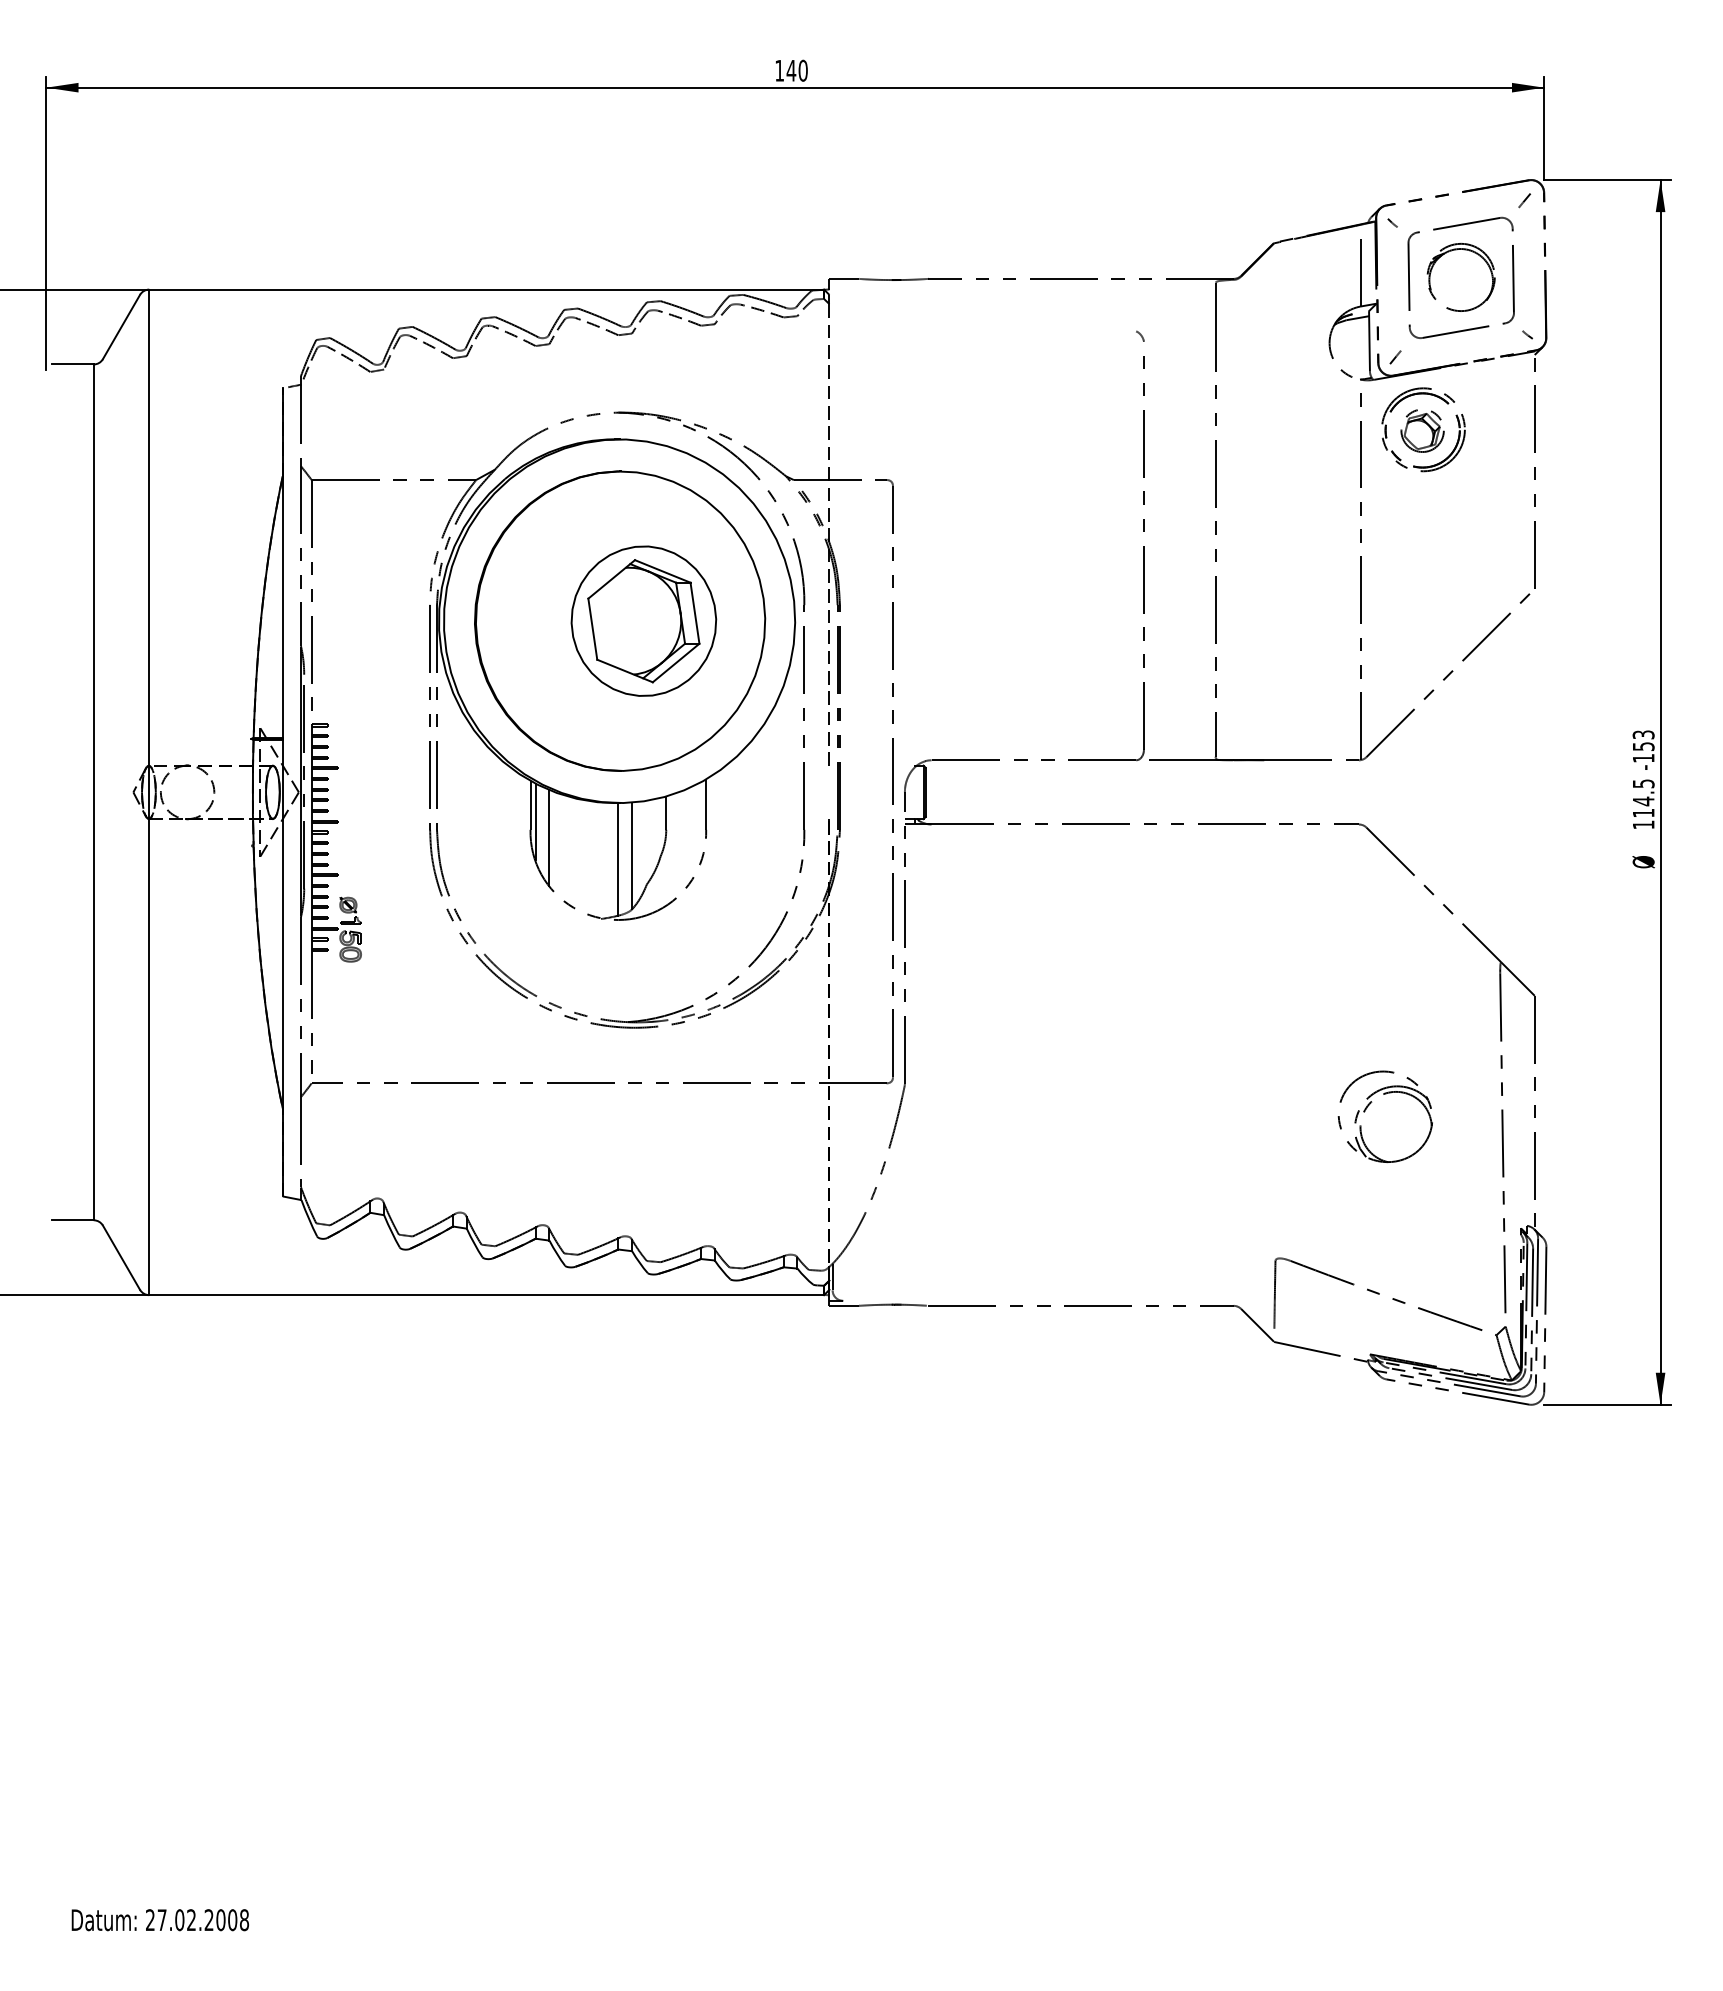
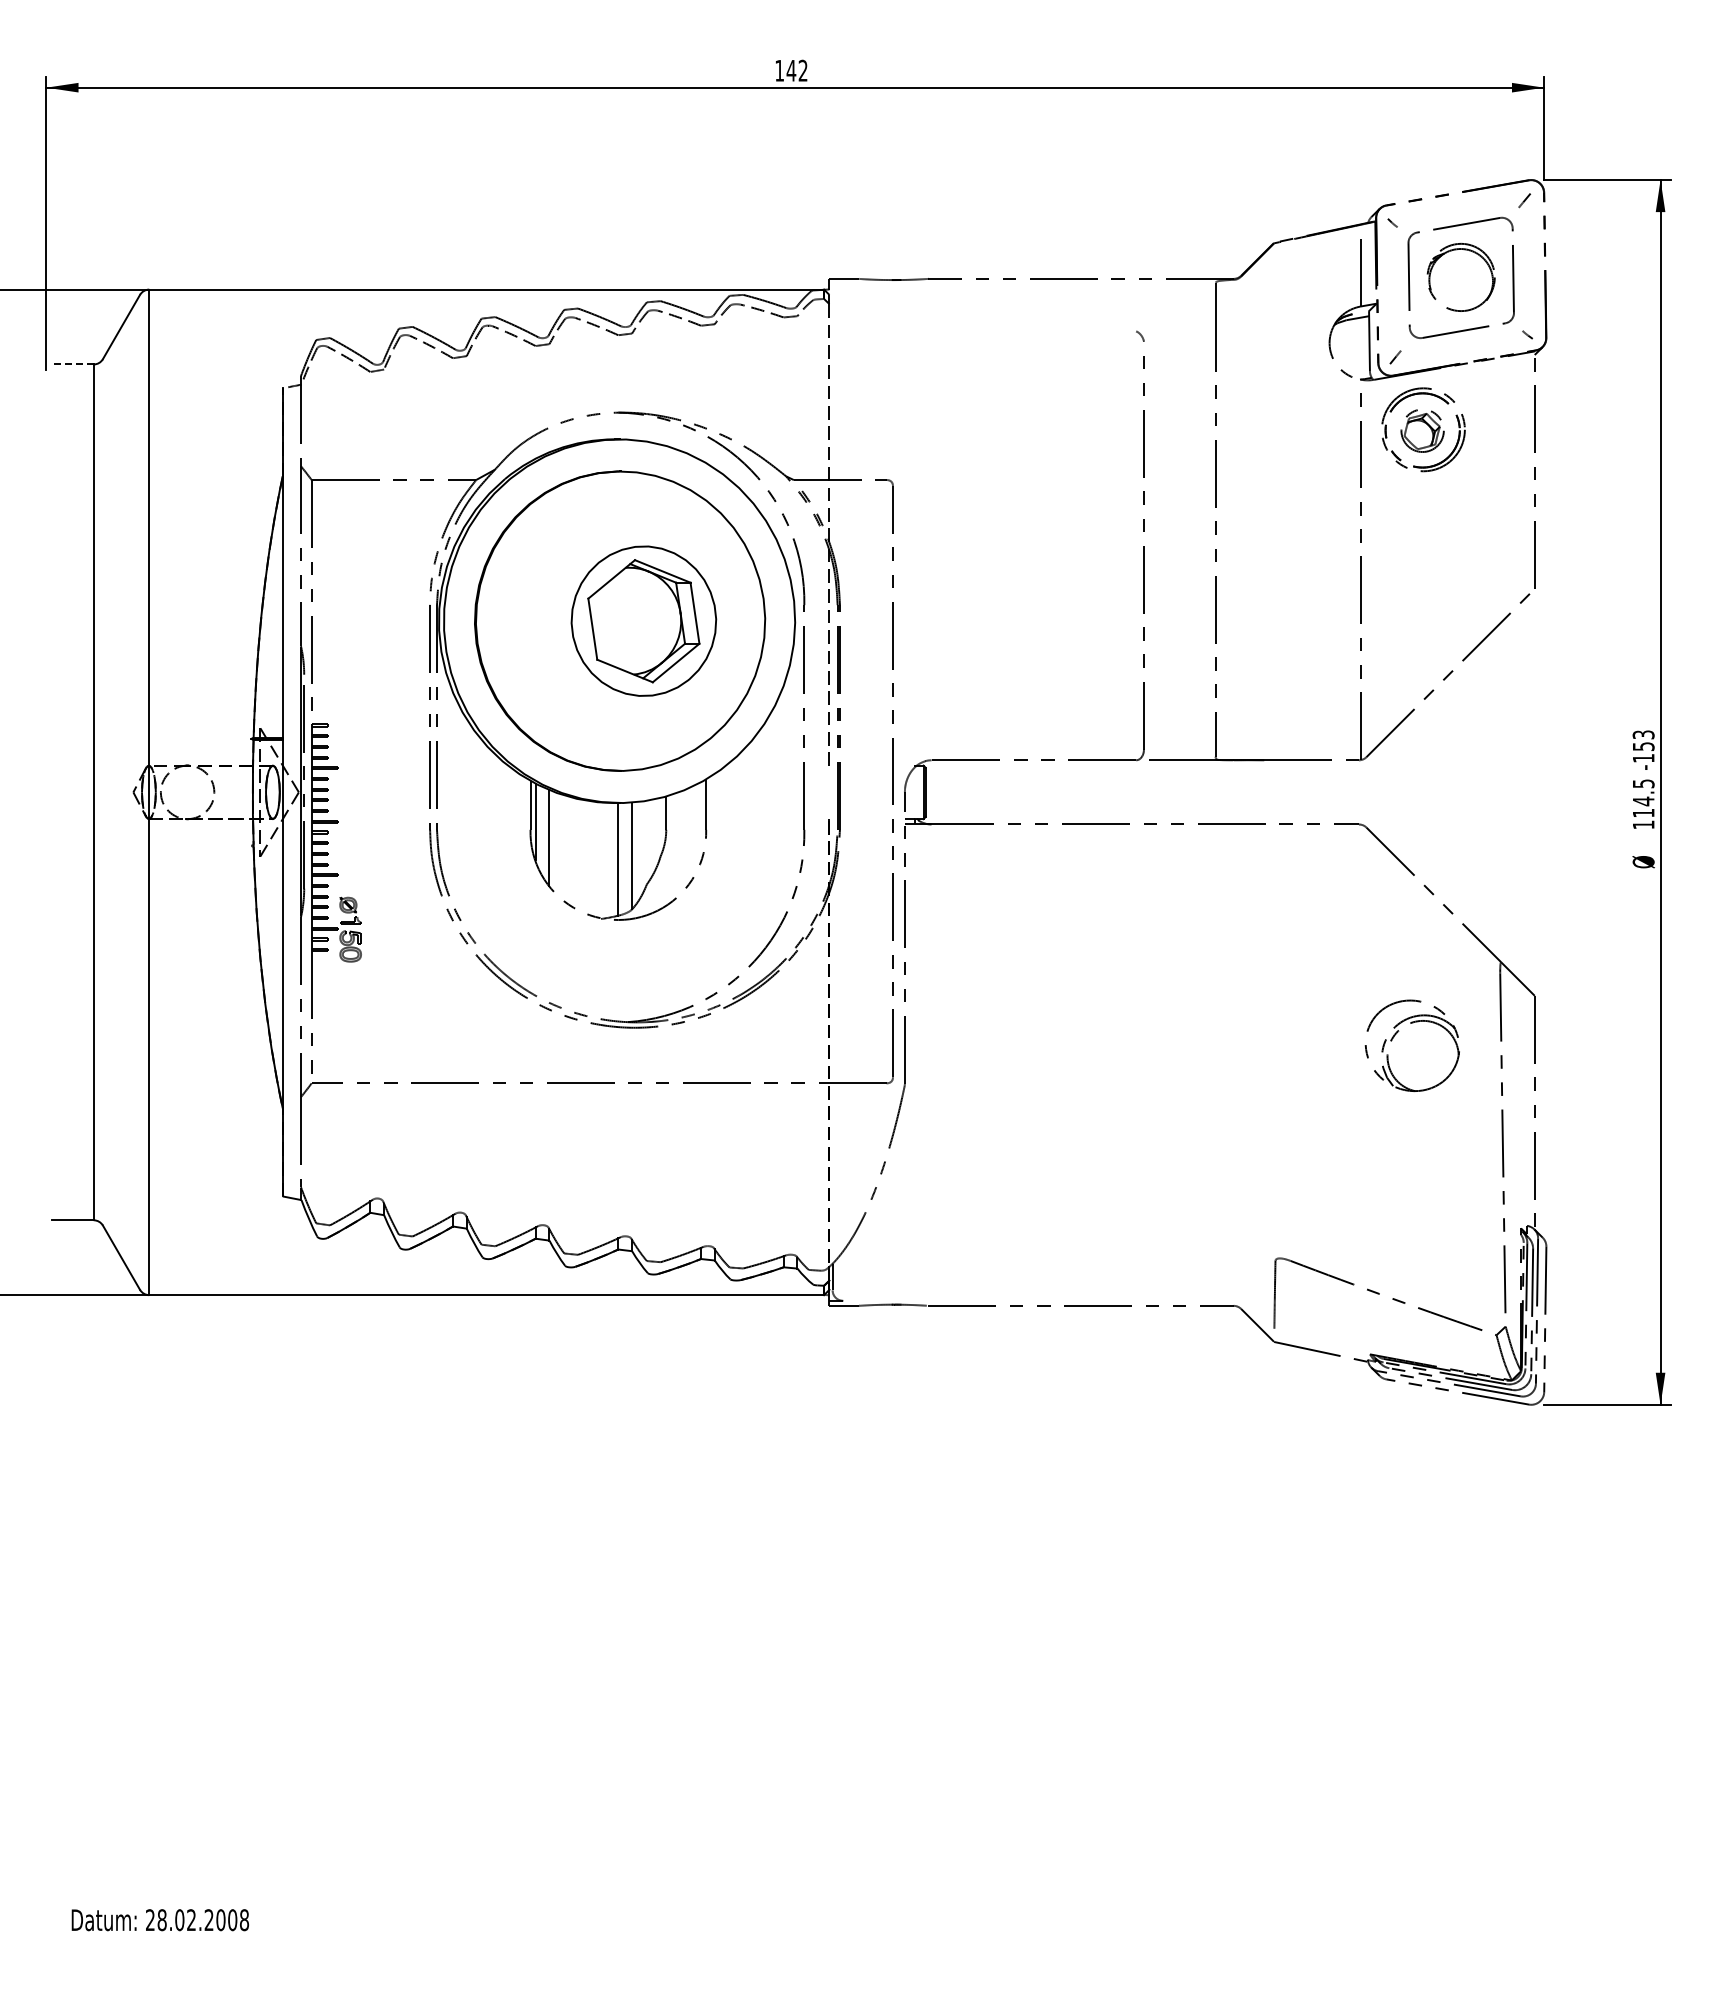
text at (802, 70): 140 -> 142
line at (72, 364): solid -> dashed
part at (1371, 1103) position: (1371, 1103) -> (1398, 1032)
text at (161, 1920): 27.02.2008 -> 28.02.2008
